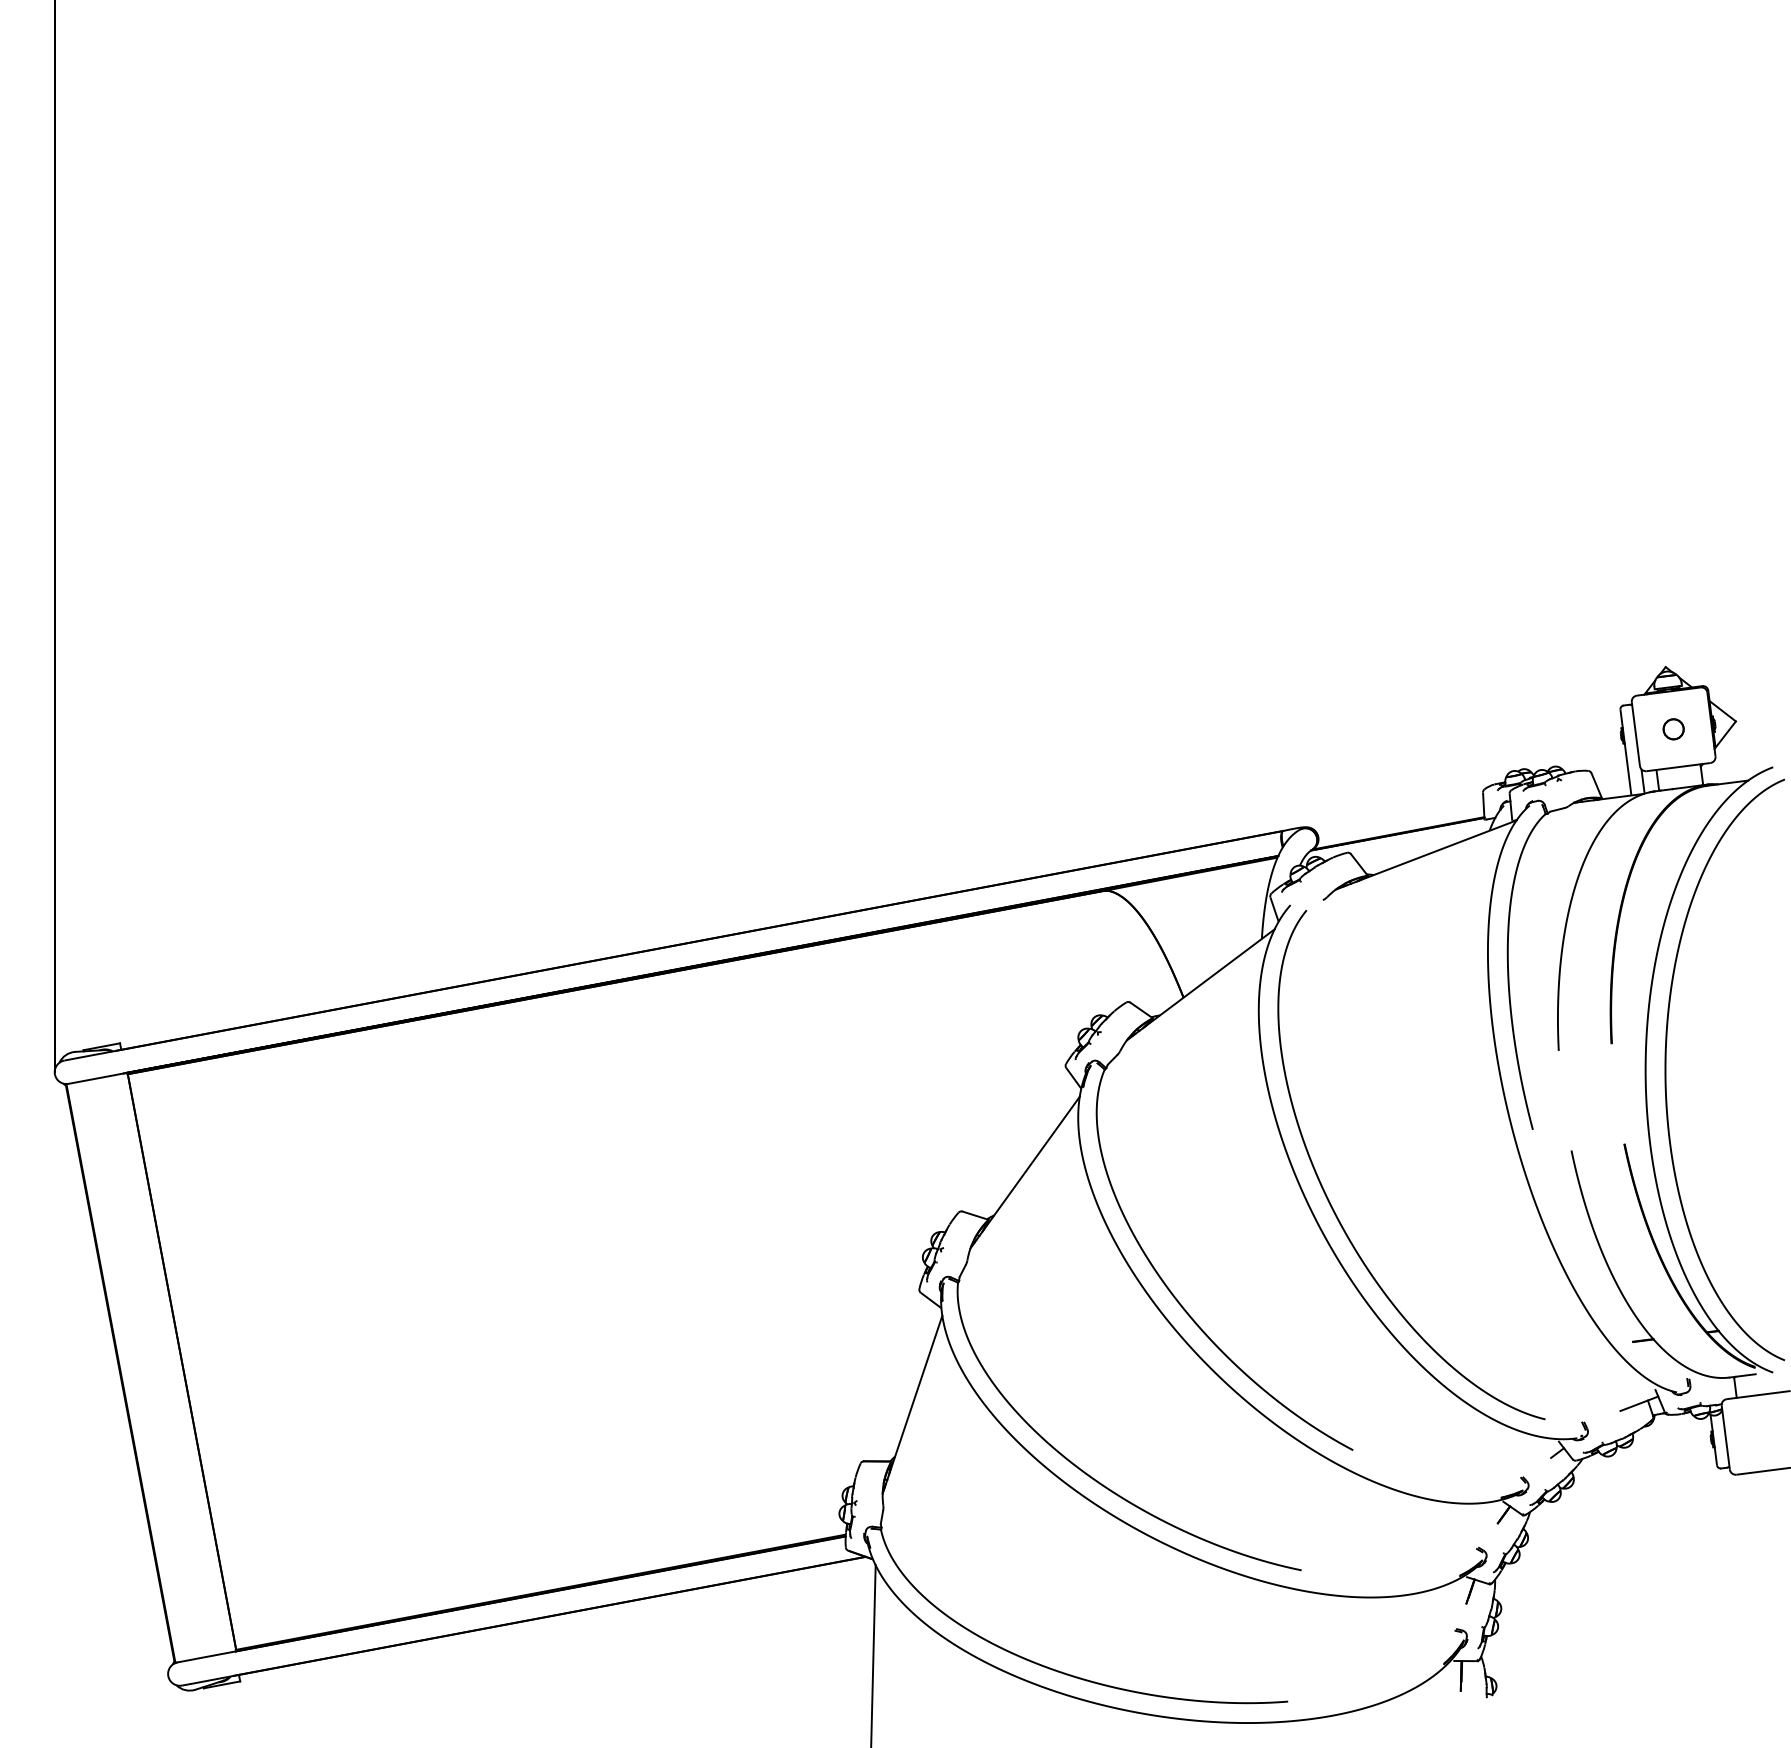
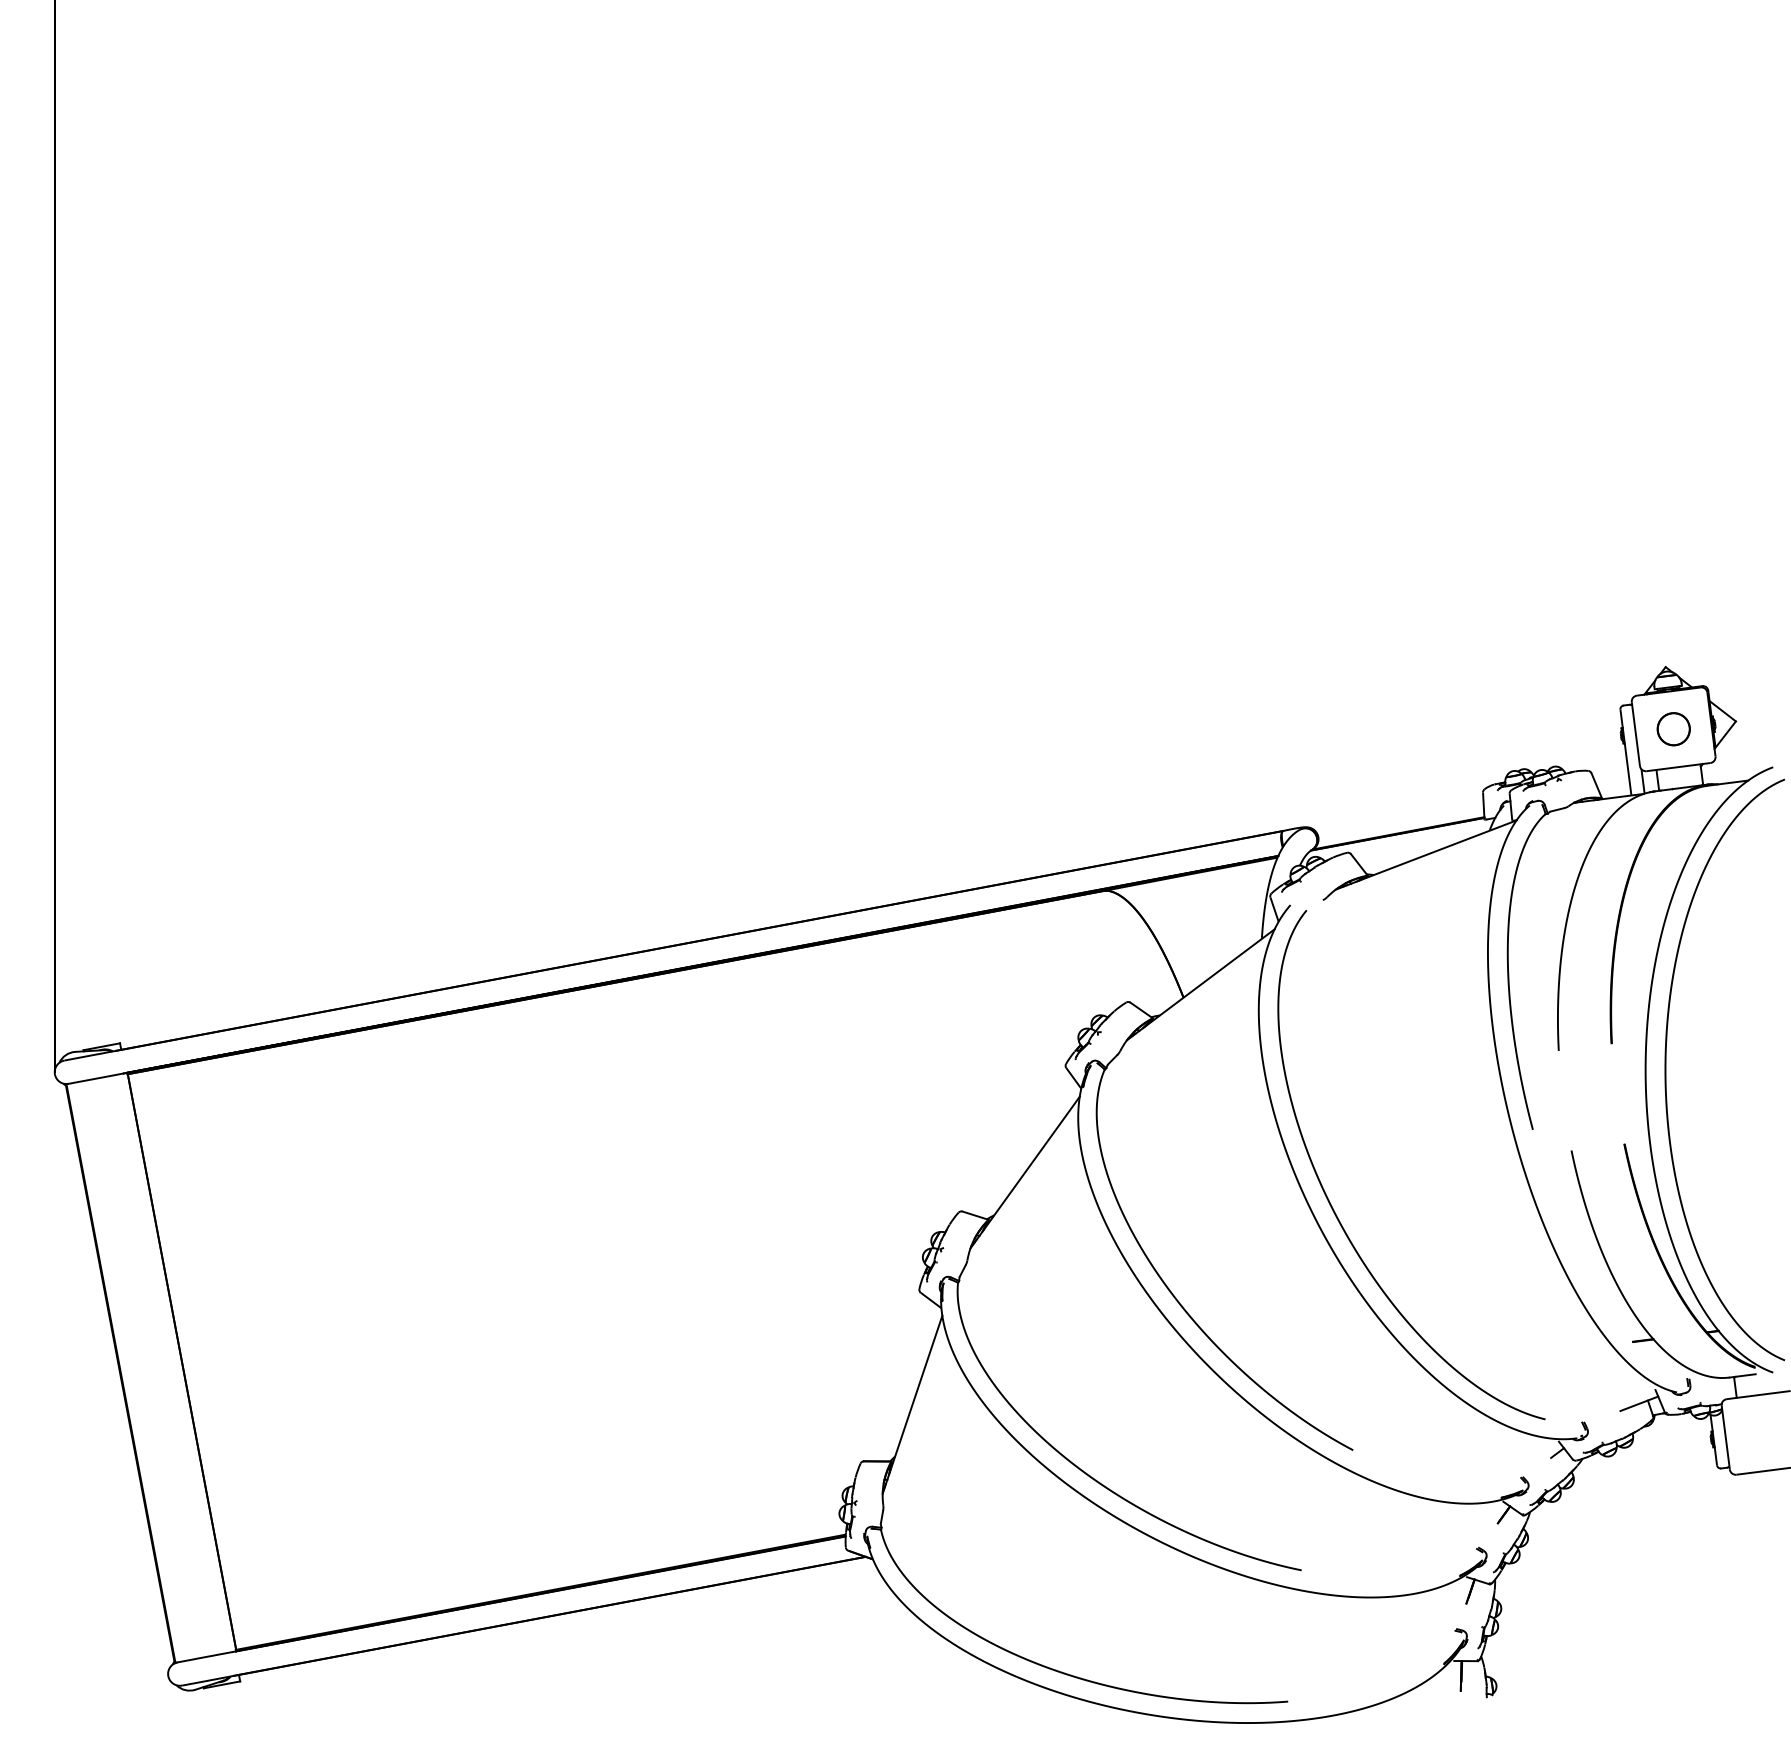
circle at (1673, 729) size: 23x23 px -> 35x35 px
line at (873, 1654): present -> none
